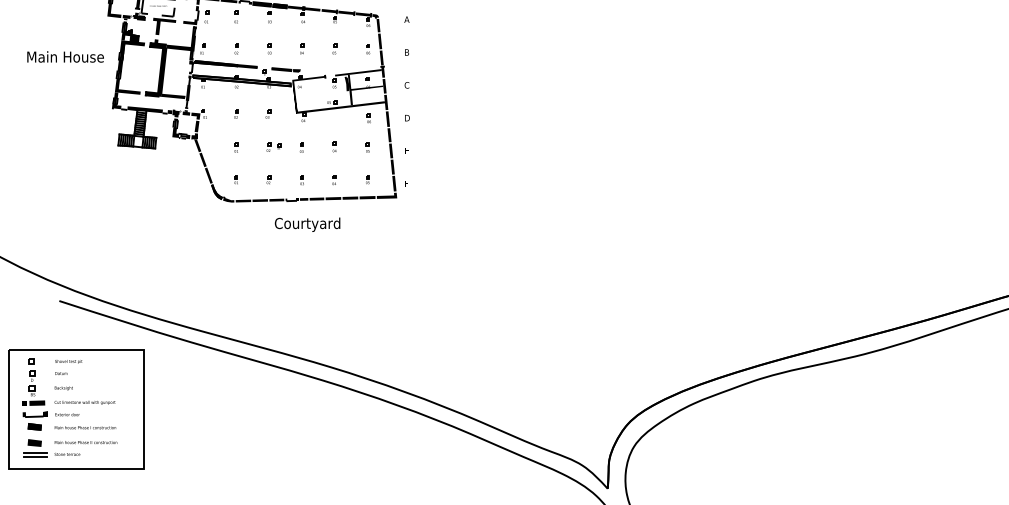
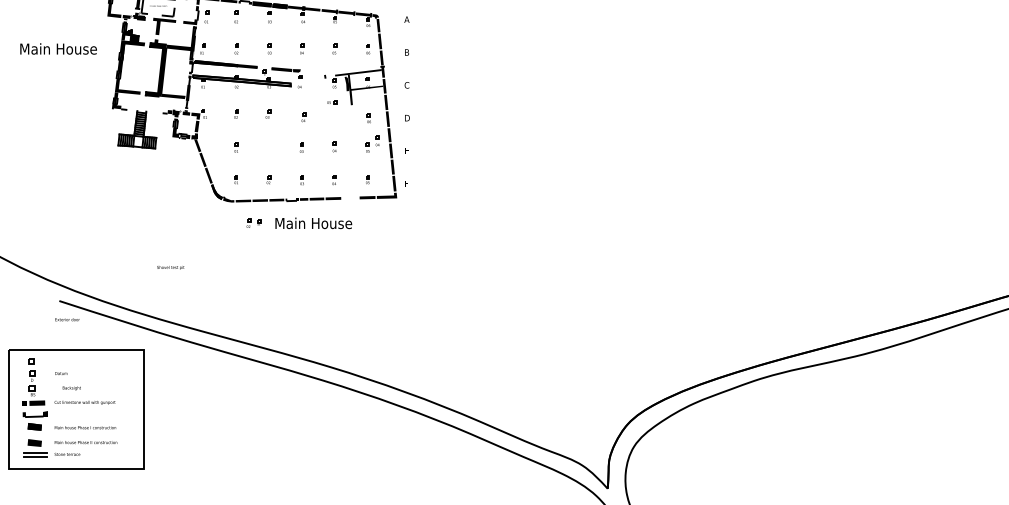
text at (65, 56) position: (65, 56) -> (58, 48)
fill at (338, 94): present -> none
fill at (144, 109): present -> none
part at (377, 140): none -> present
part at (273, 146) position: (273, 146) -> (253, 222)
fill at (350, 197): present -> none
text at (313, 224): Courtyard -> Main House
text at (68, 361) position: (68, 361) -> (170, 267)
text at (63, 388) position: (63, 388) -> (71, 388)
text at (67, 414) position: (67, 414) -> (67, 319)
